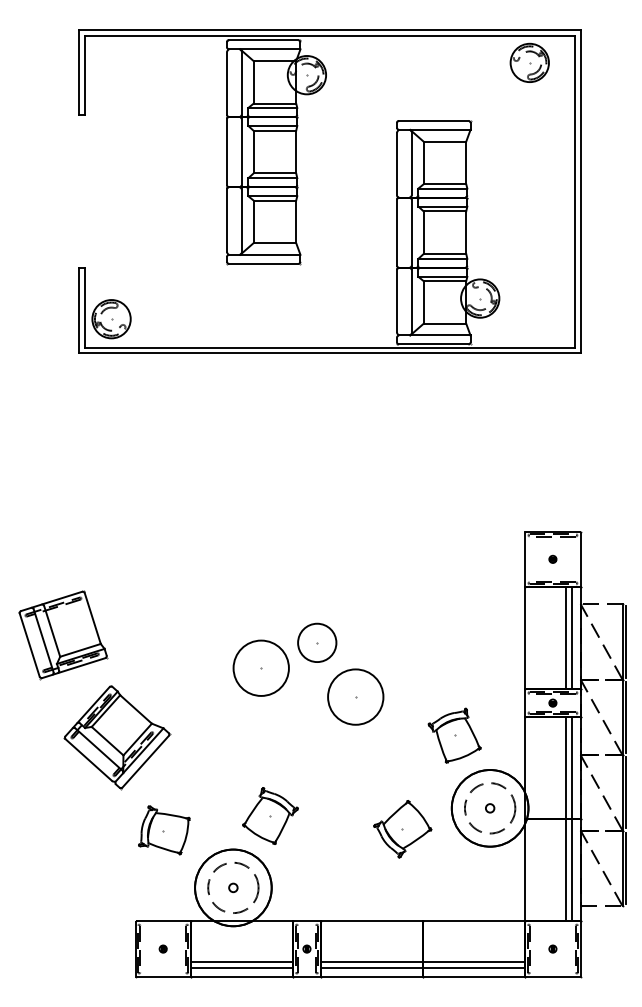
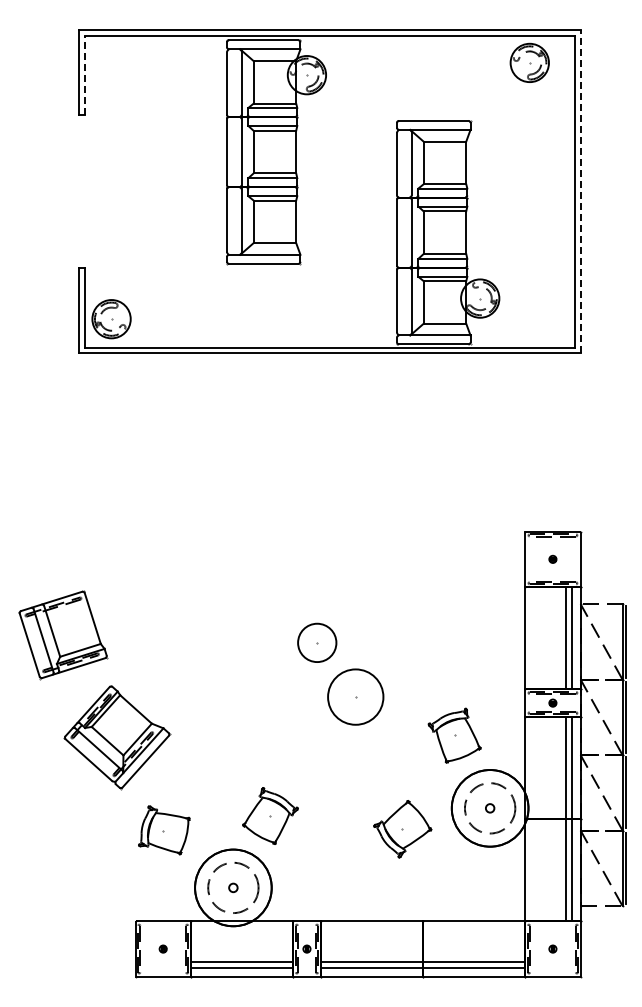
line at (84, 75): solid -> dashed
line at (580, 191): solid -> dashed
part at (260, 667): present -> none
